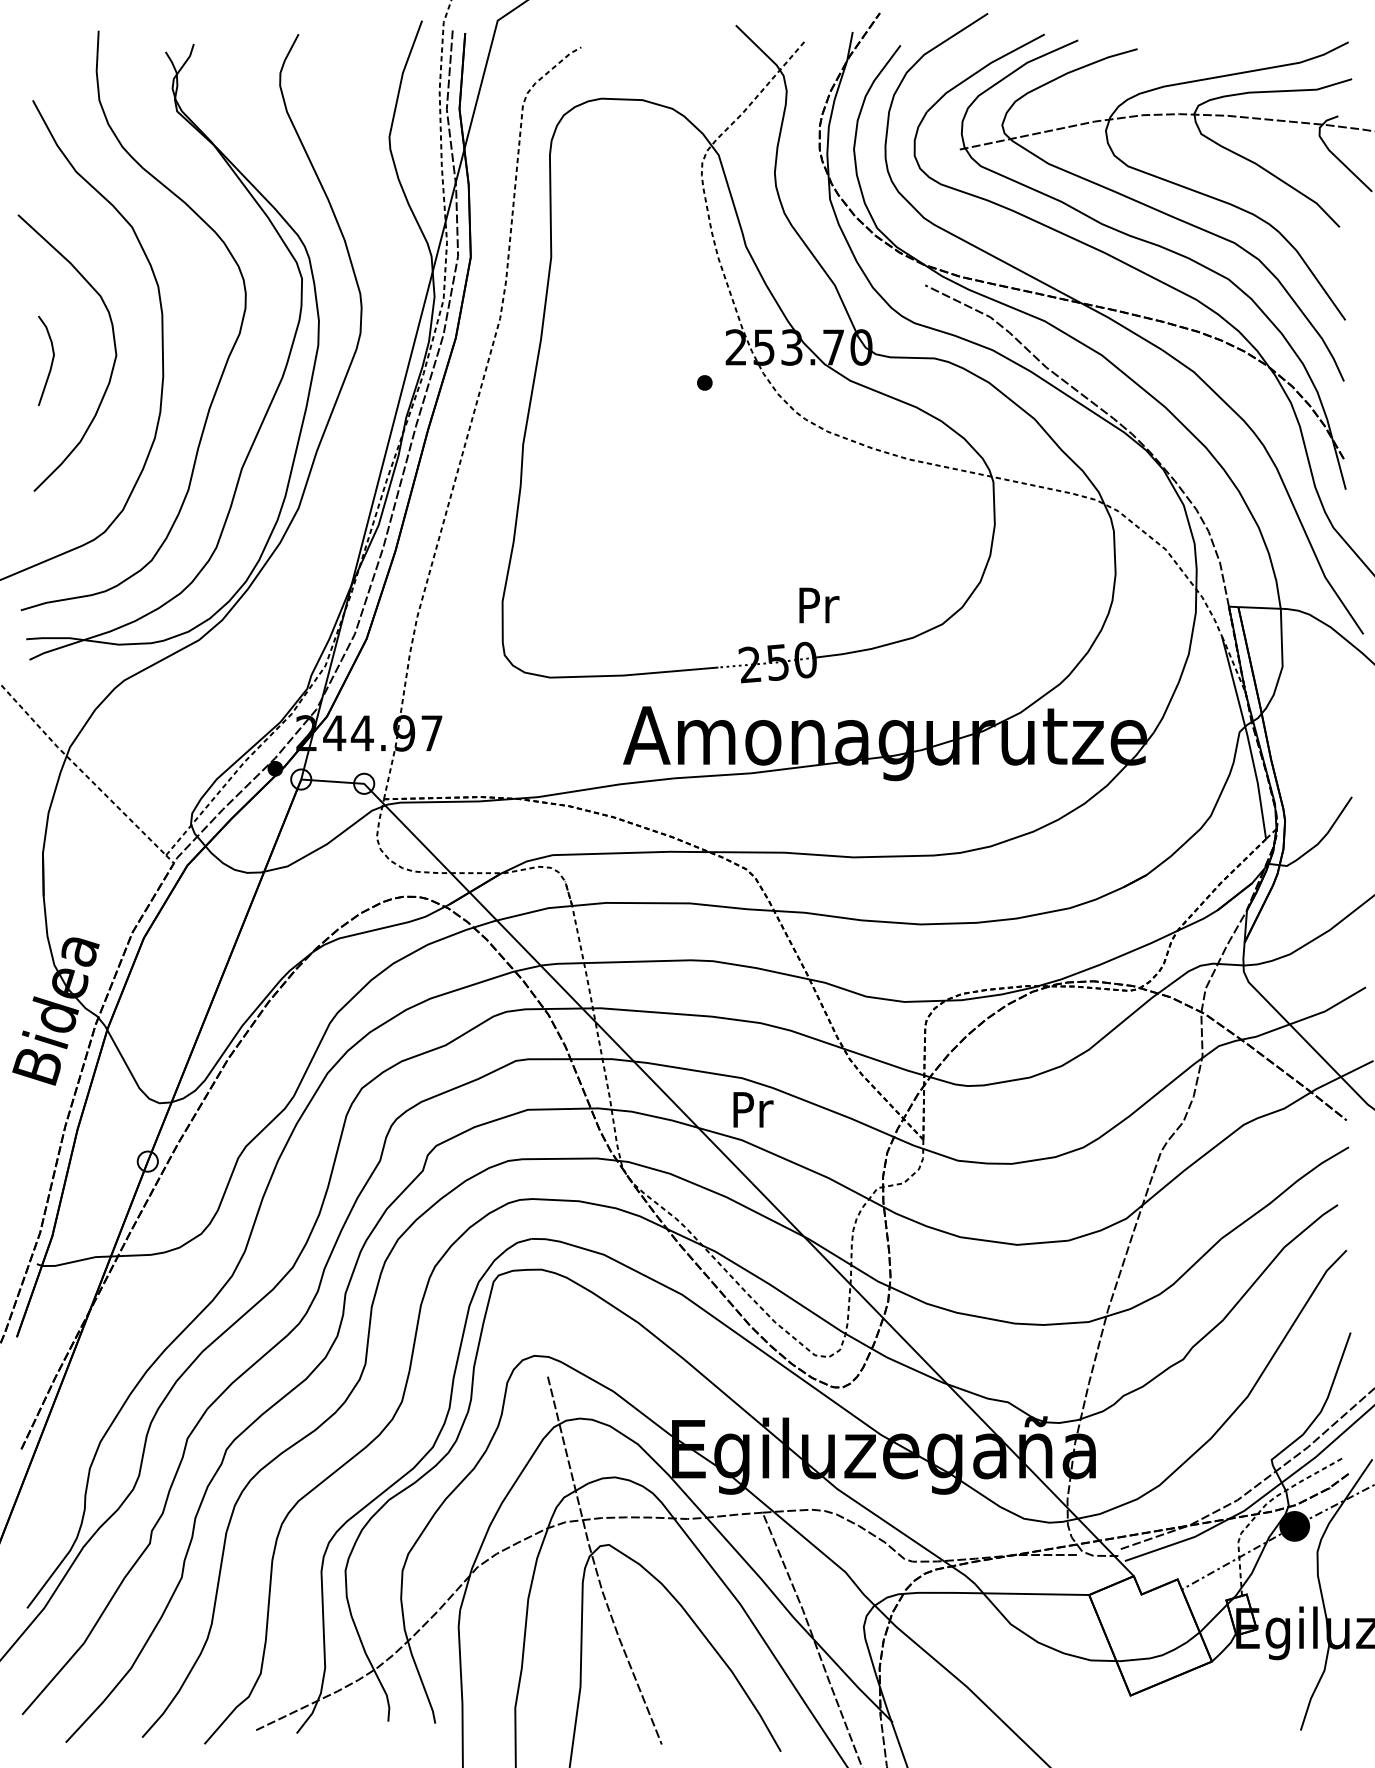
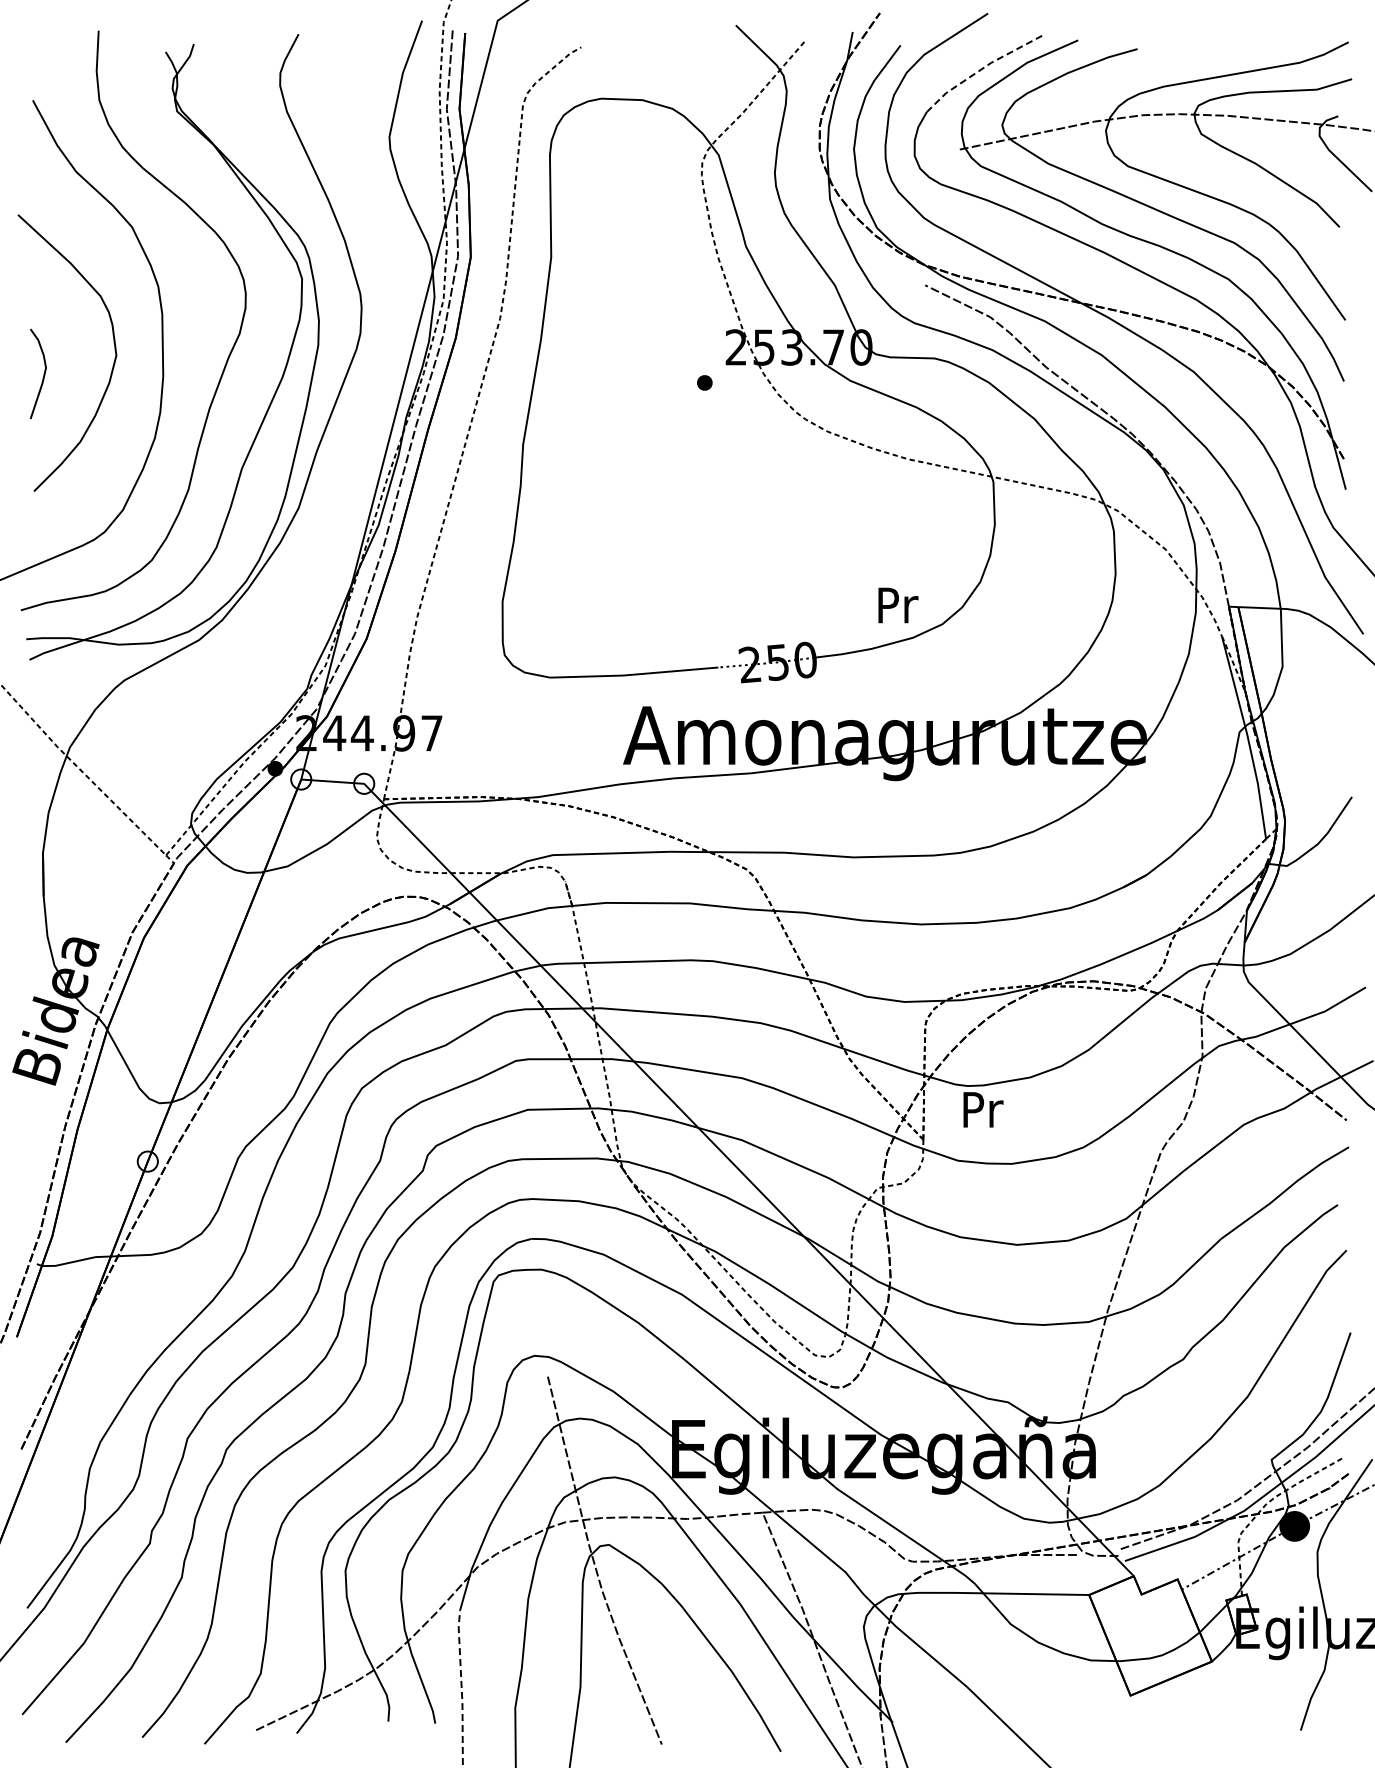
line at (982, 68): solid -> dashed
curve at (51, 360) position: (51, 360) -> (43, 373)
text at (819, 605) position: (819, 605) -> (898, 605)
text at (753, 1109) position: (753, 1109) -> (983, 1109)
line at (461, 1688): solid -> dashed
